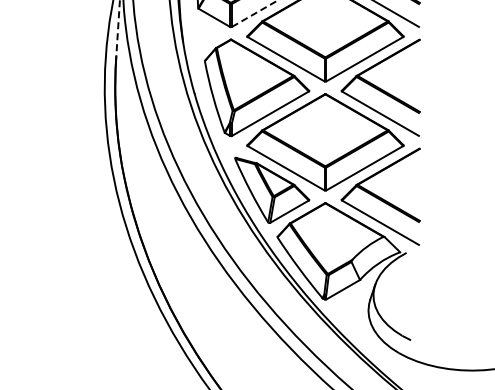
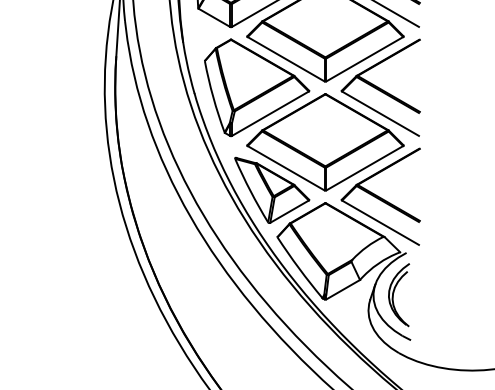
line at (255, 13): dashed -> solid
line at (117, 30): dashed -> solid
part at (398, 295): none -> present
